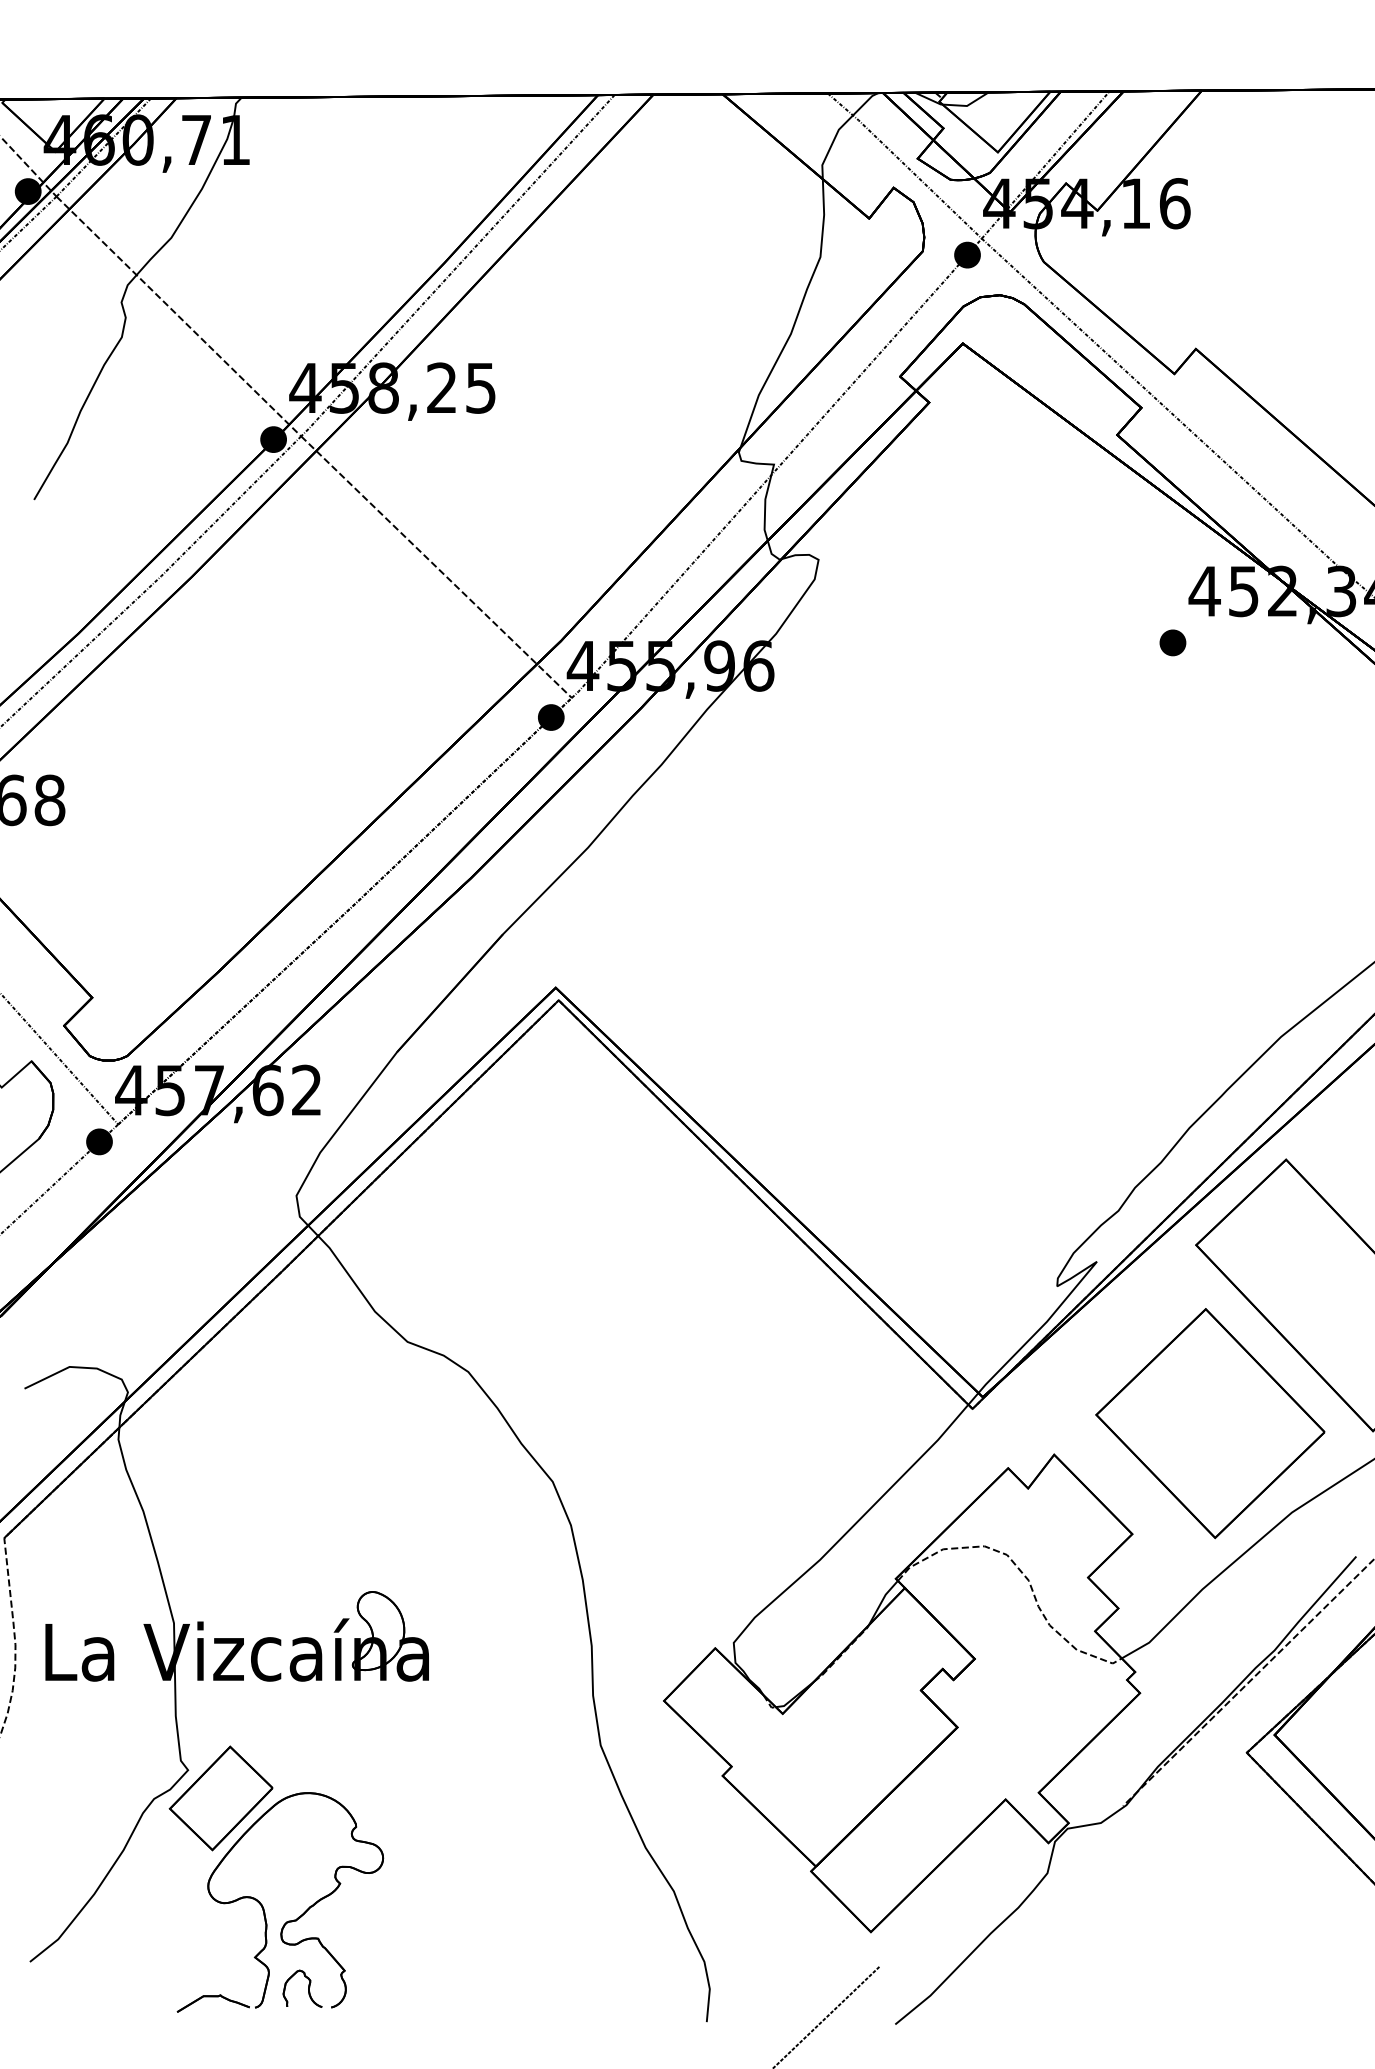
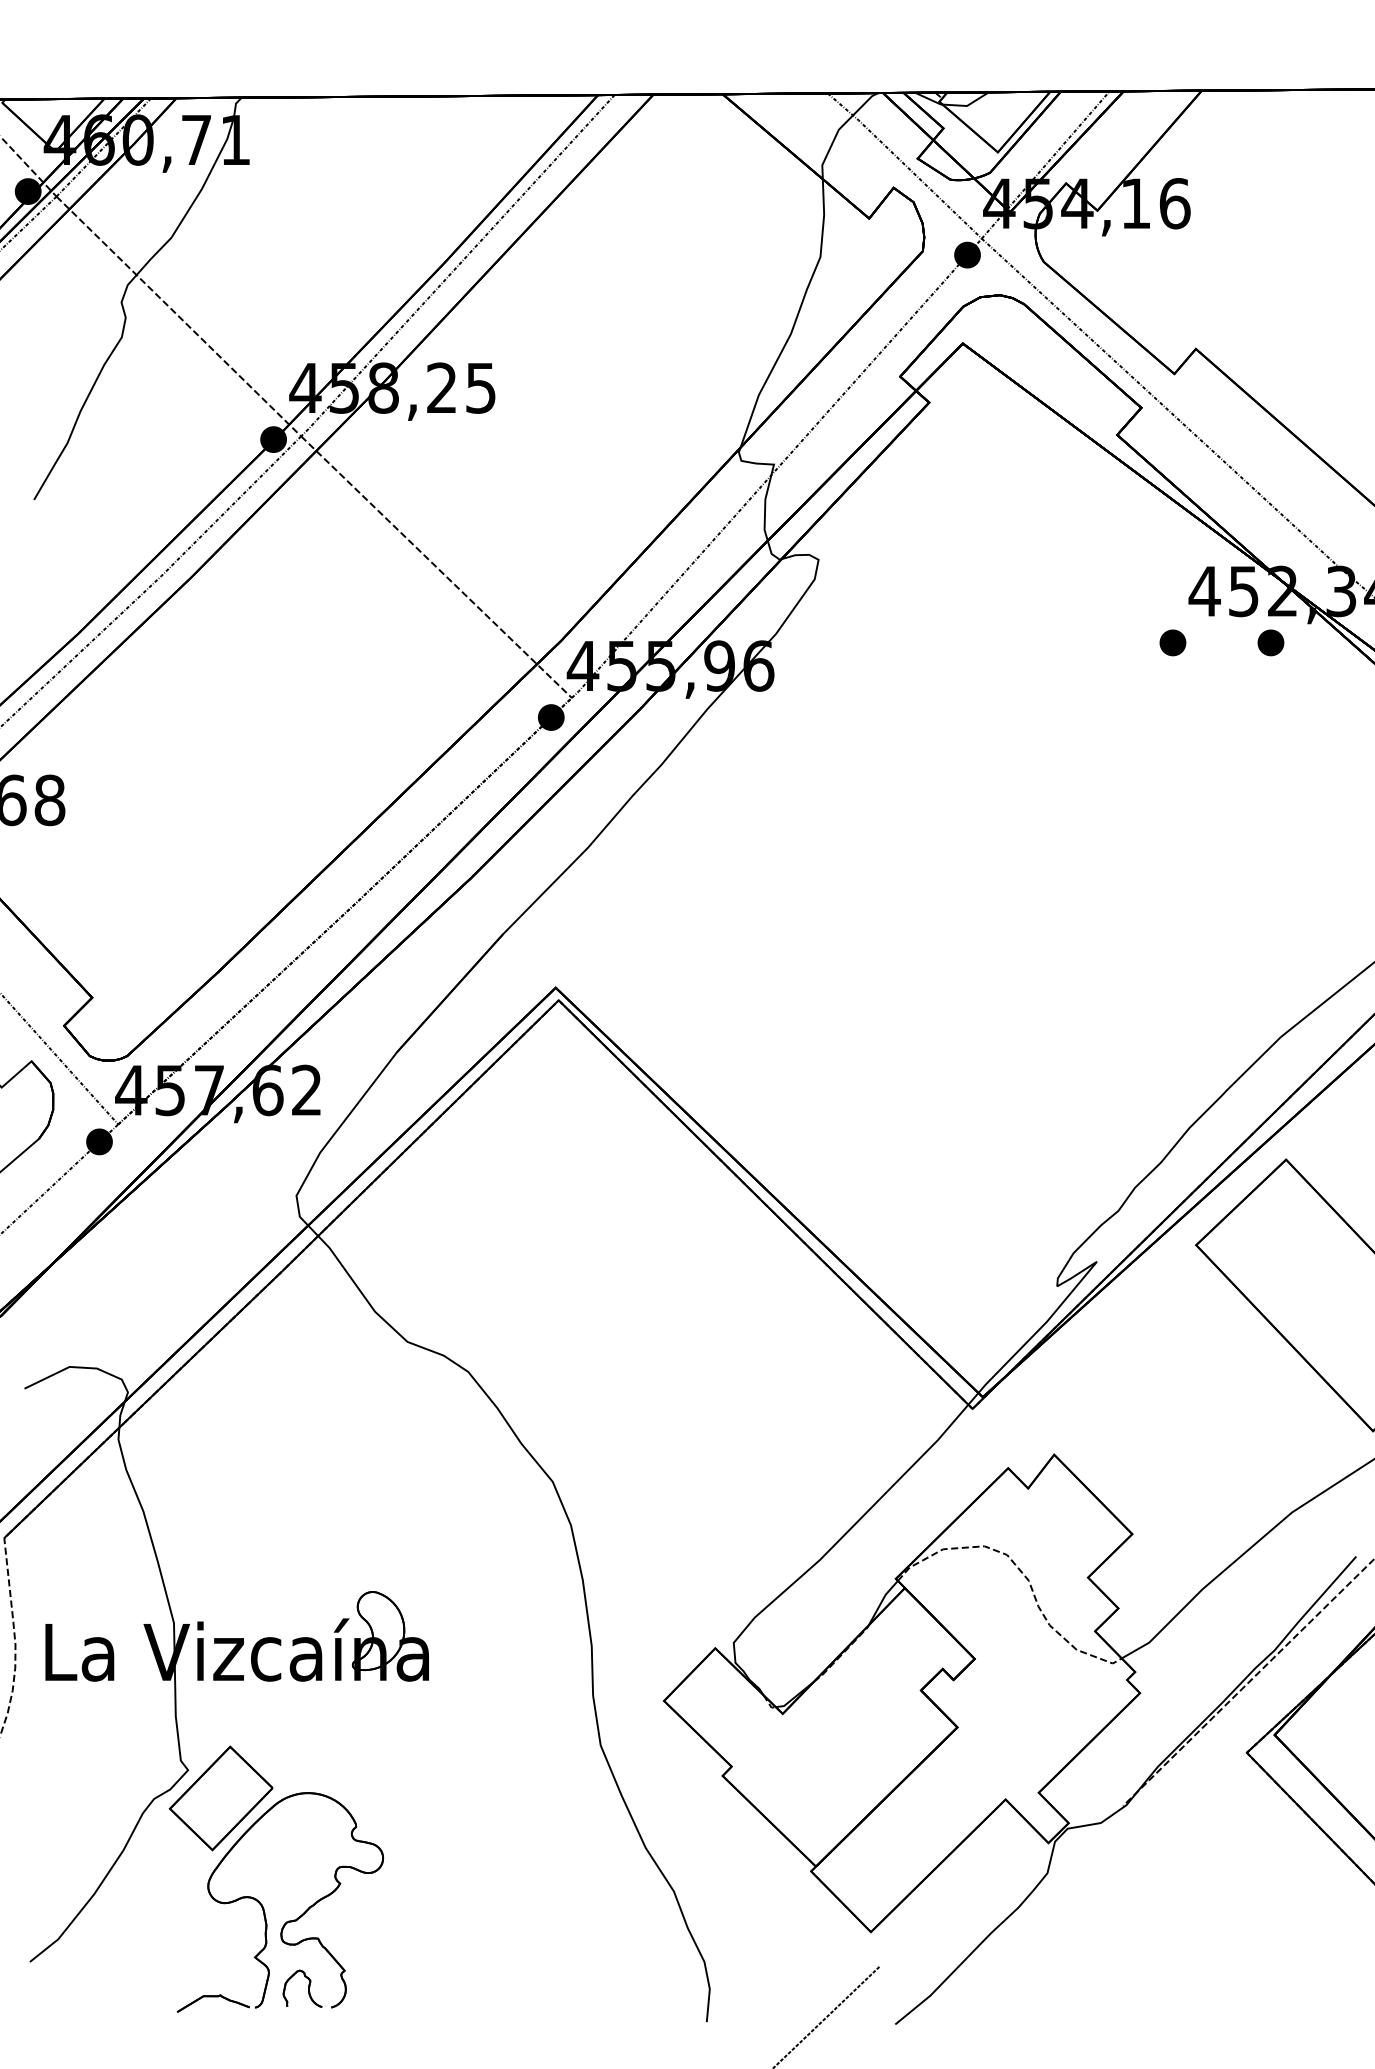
part at (1270, 642): none -> present
part at (1210, 1423): present -> none
